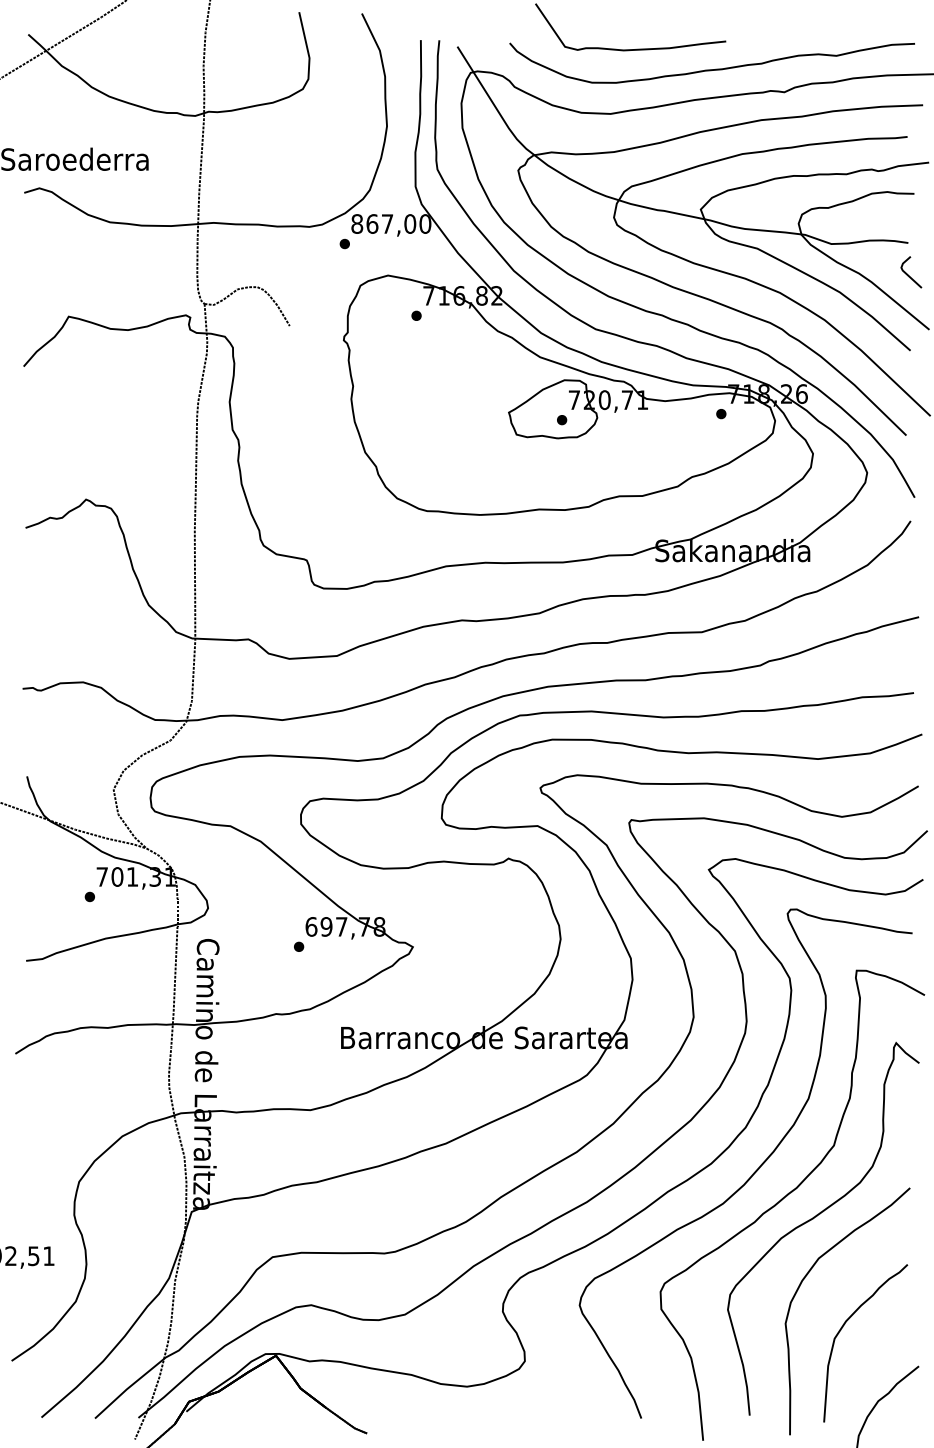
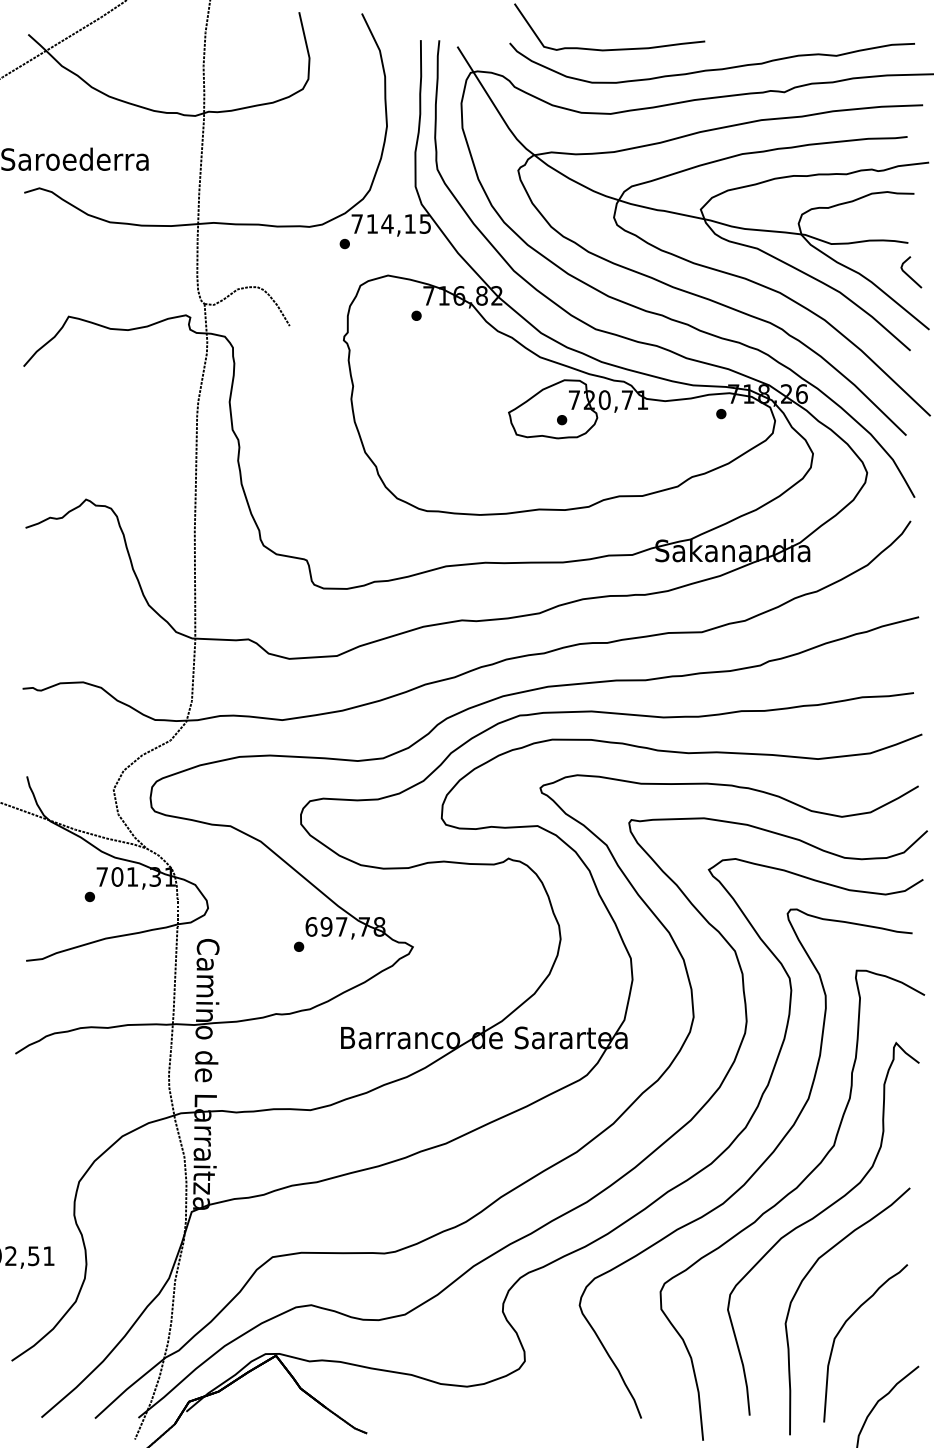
curve at (636, 48) position: (636, 48) -> (615, 48)
text at (391, 223): 867,00 -> 714,15
